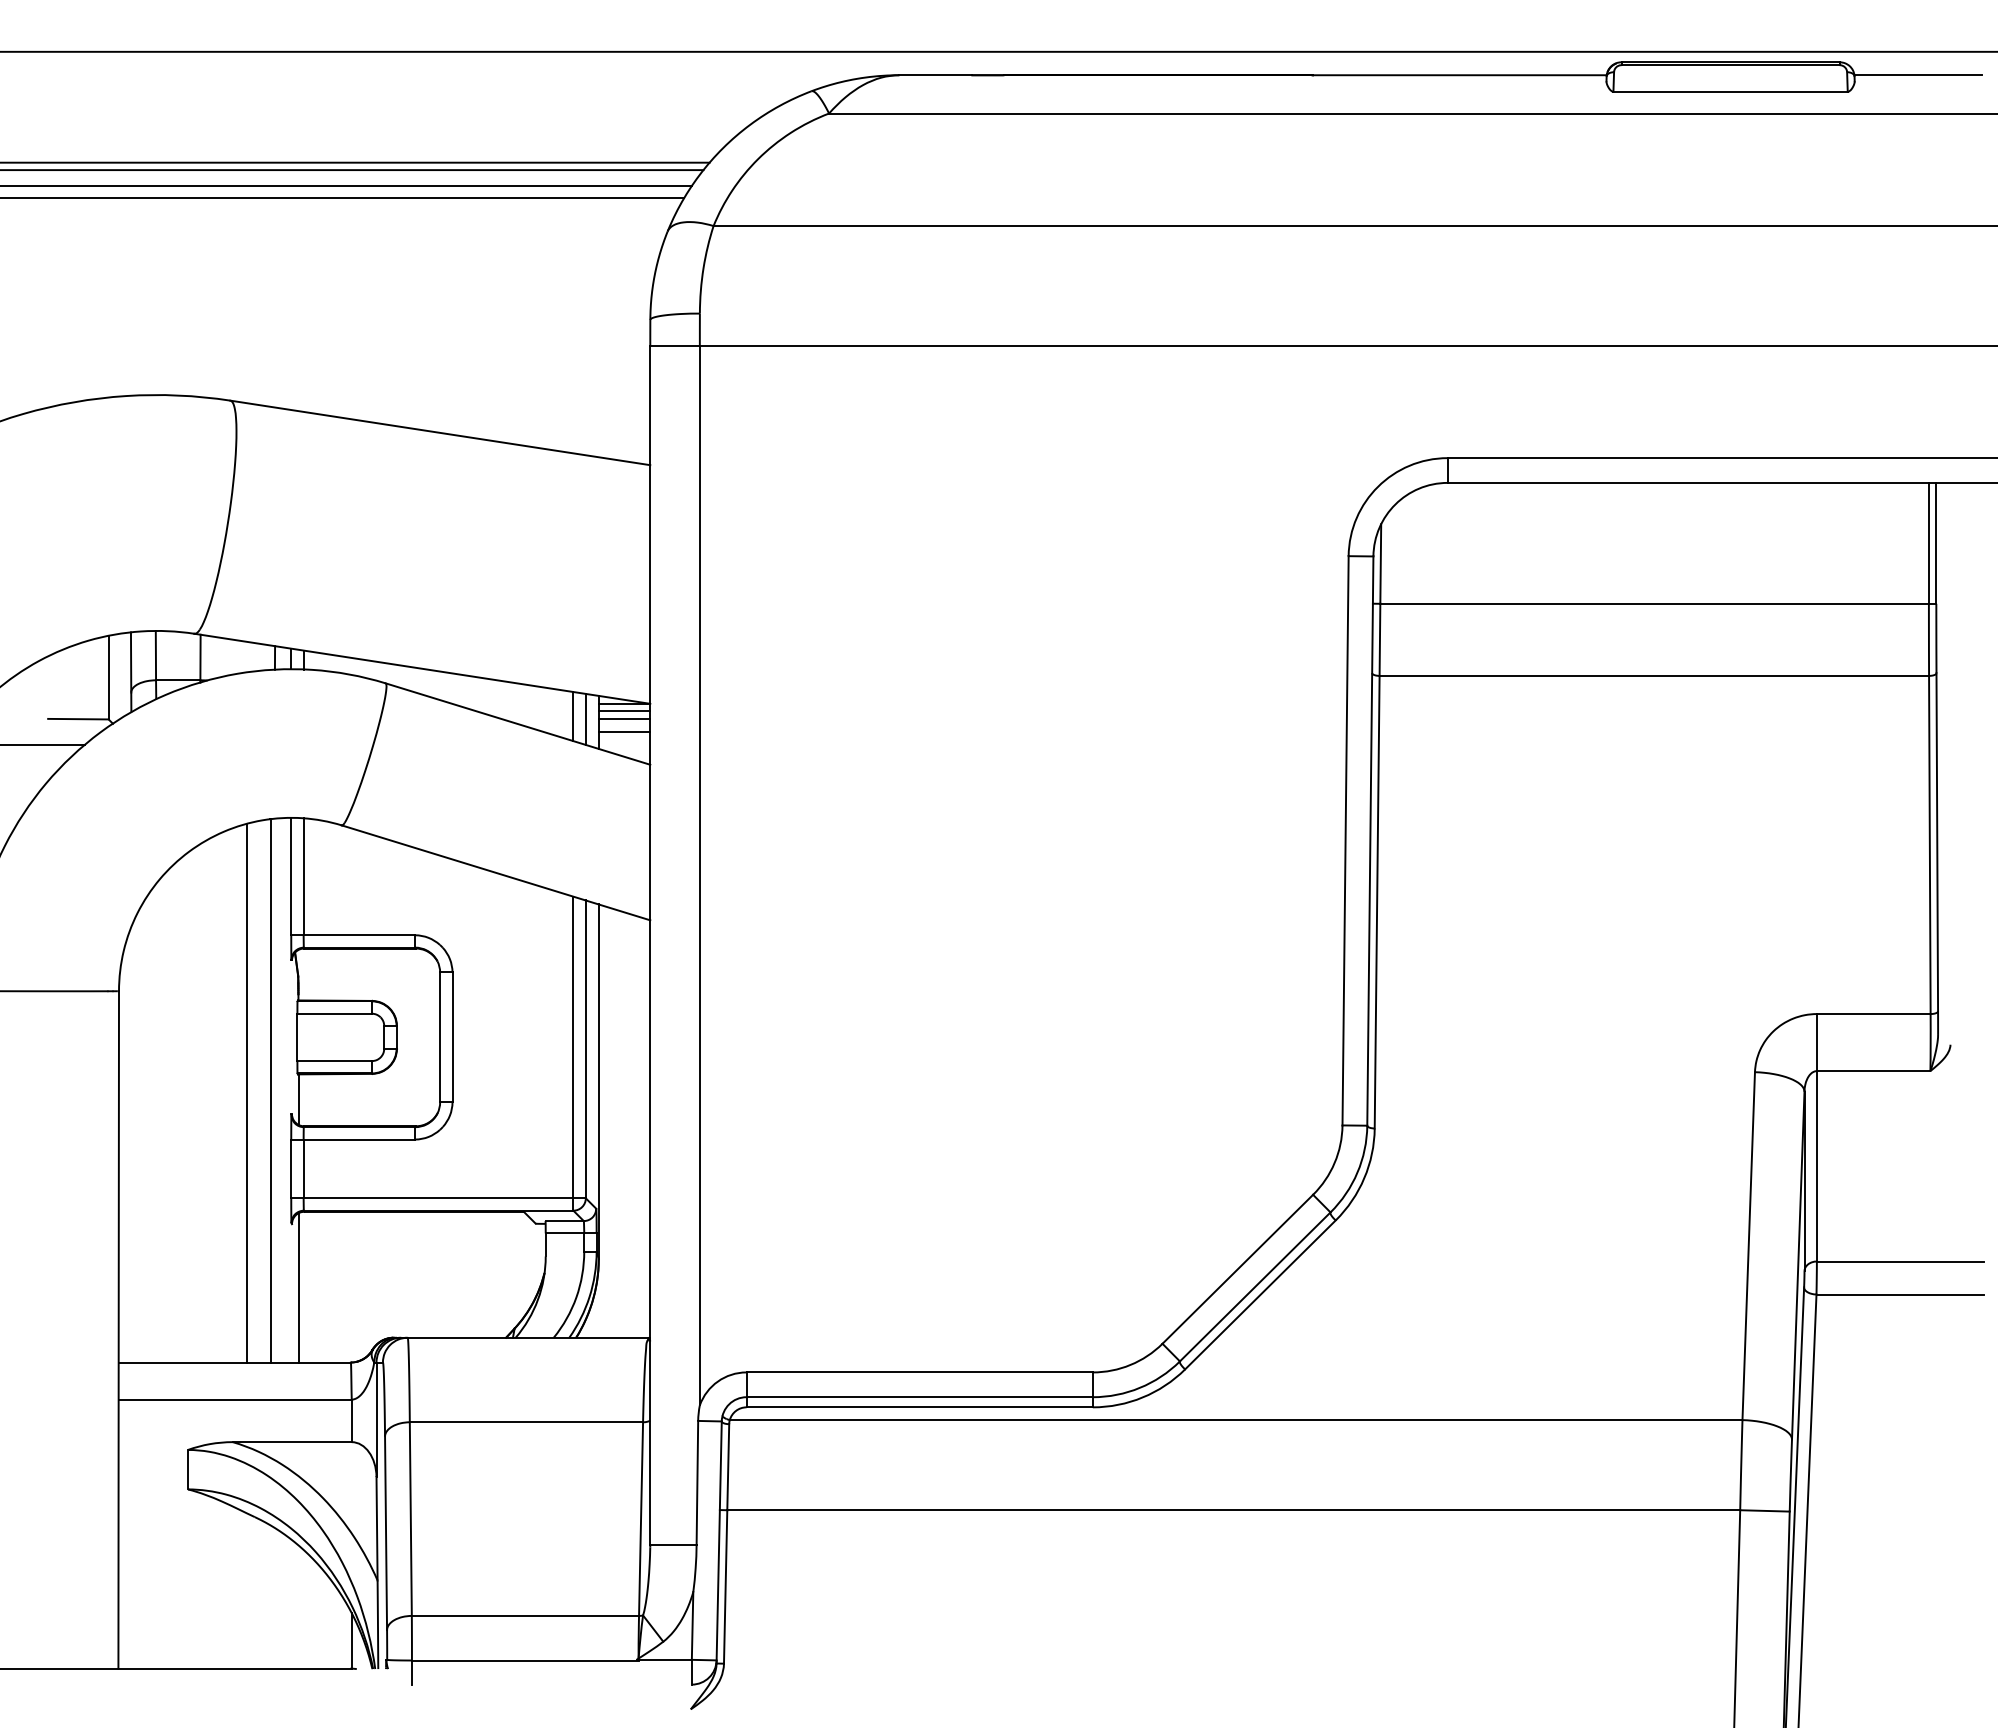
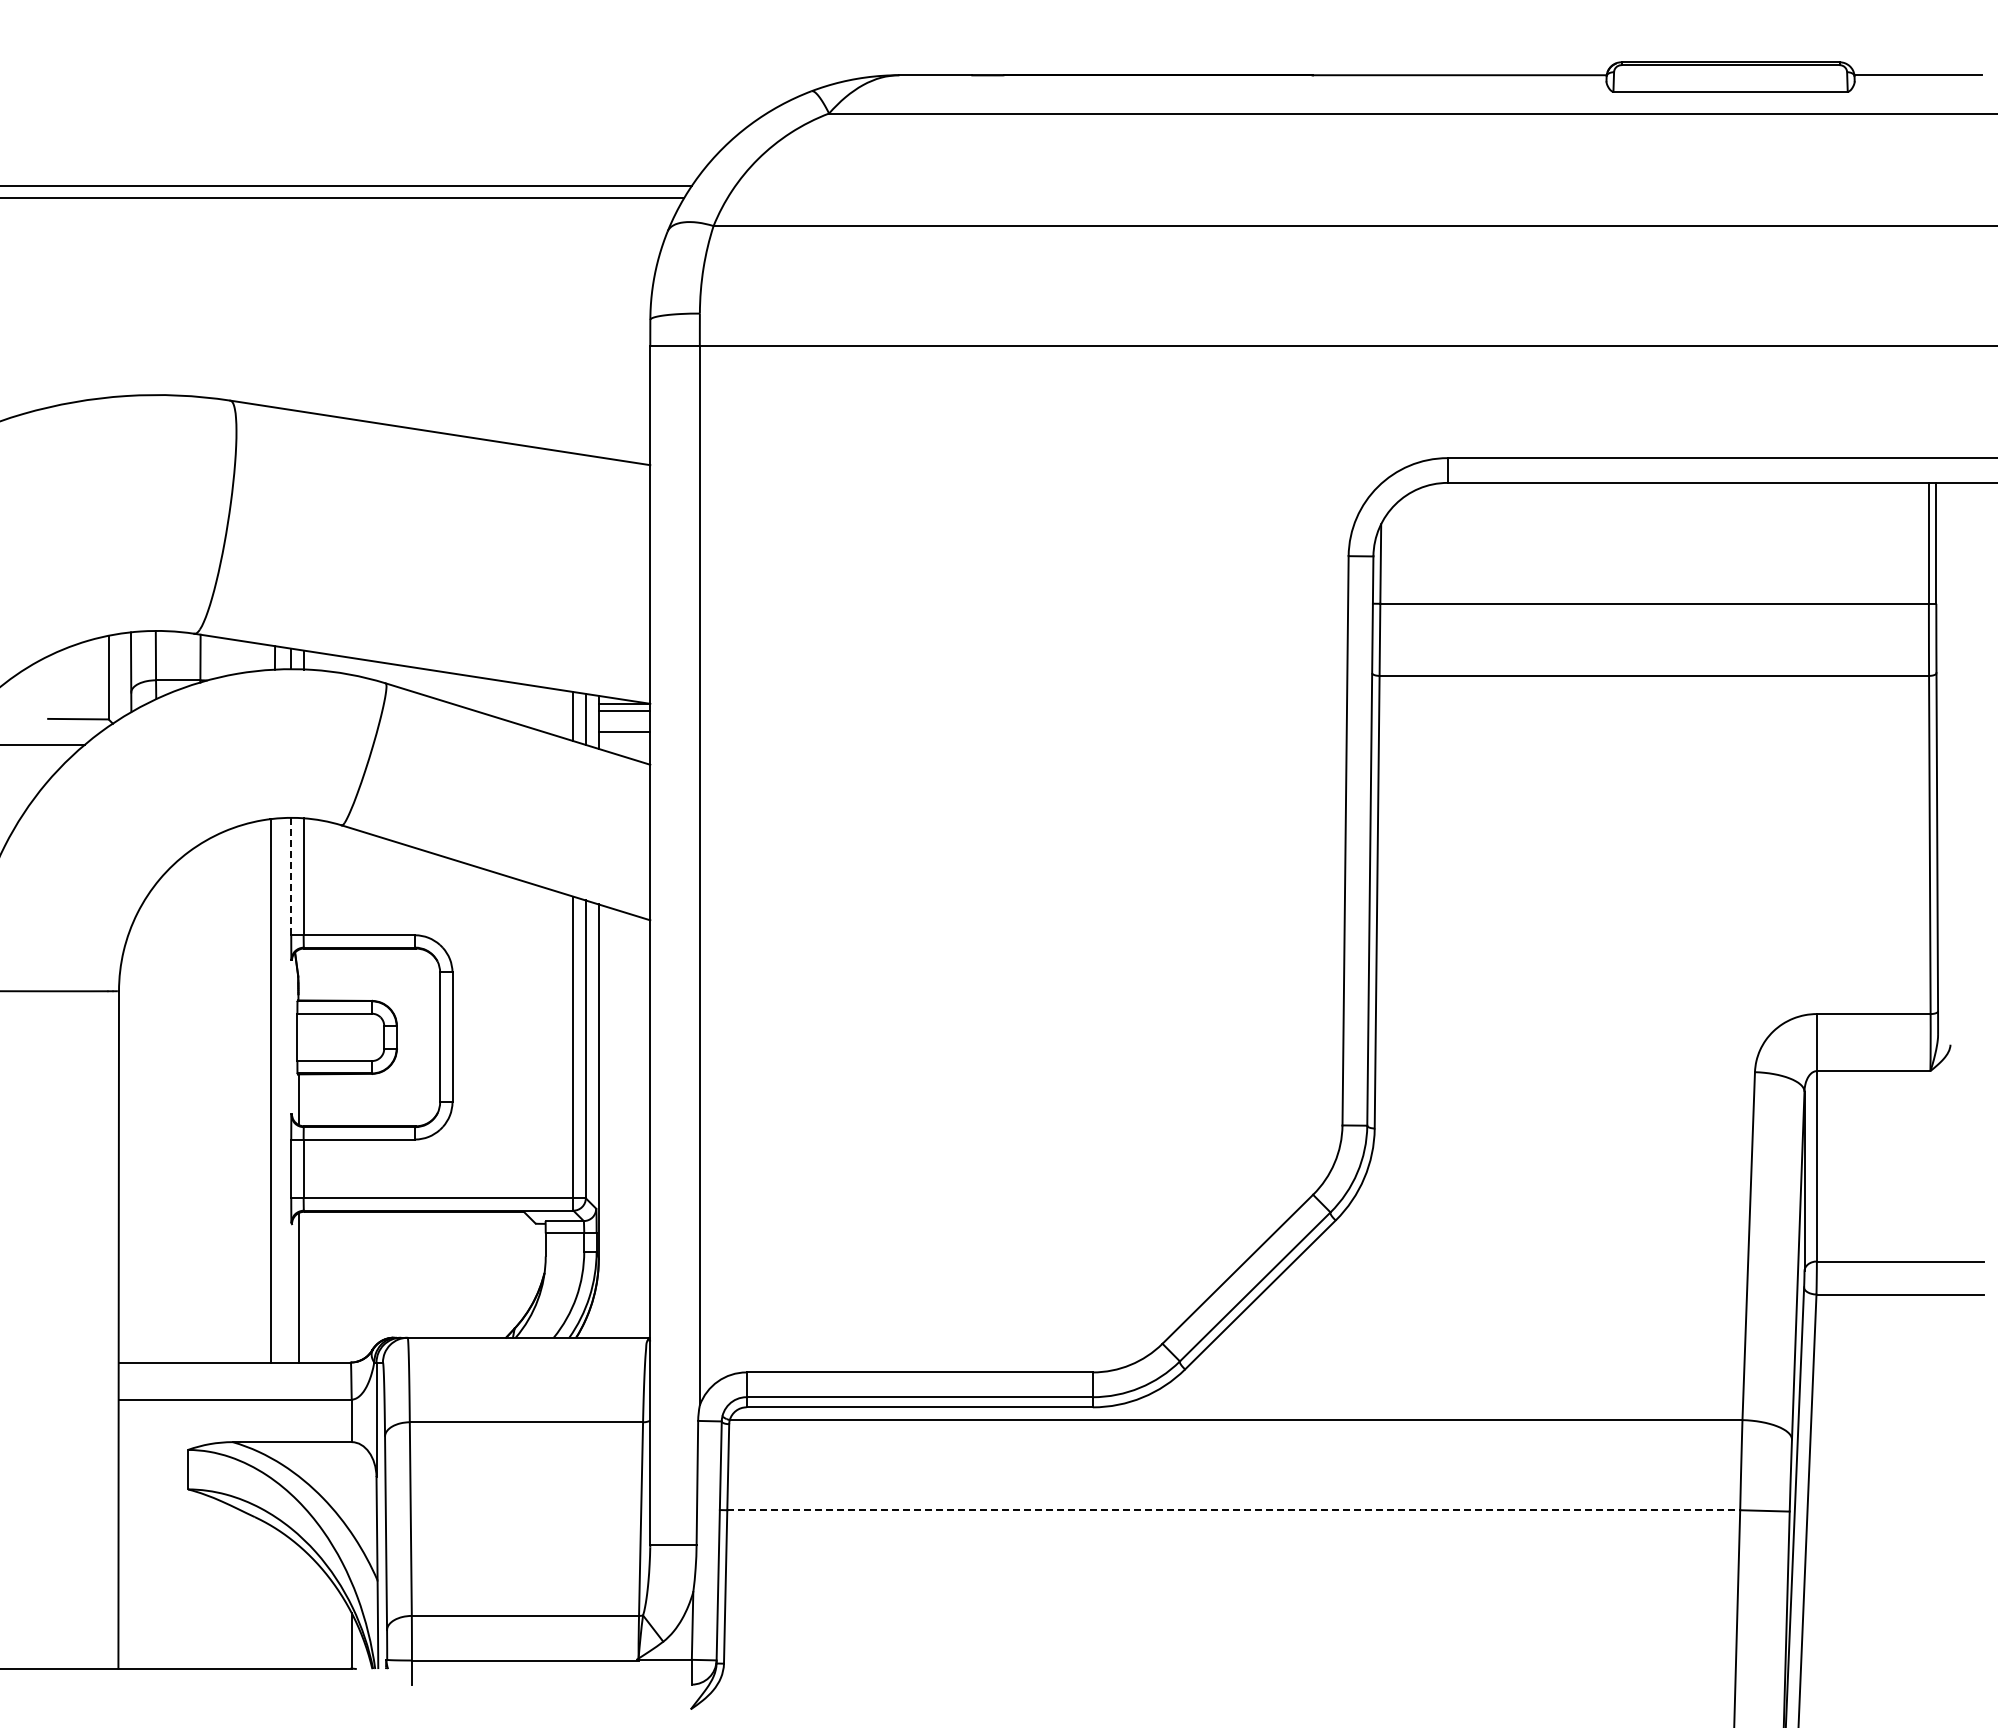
line at (998, 51): present -> none
line at (355, 162): present -> none
line at (352, 170): present -> none
line at (624, 719): present -> none
line at (291, 876): solid -> dashed
line at (246, 1092): present -> none
line at (1234, 1510): solid -> dashed
